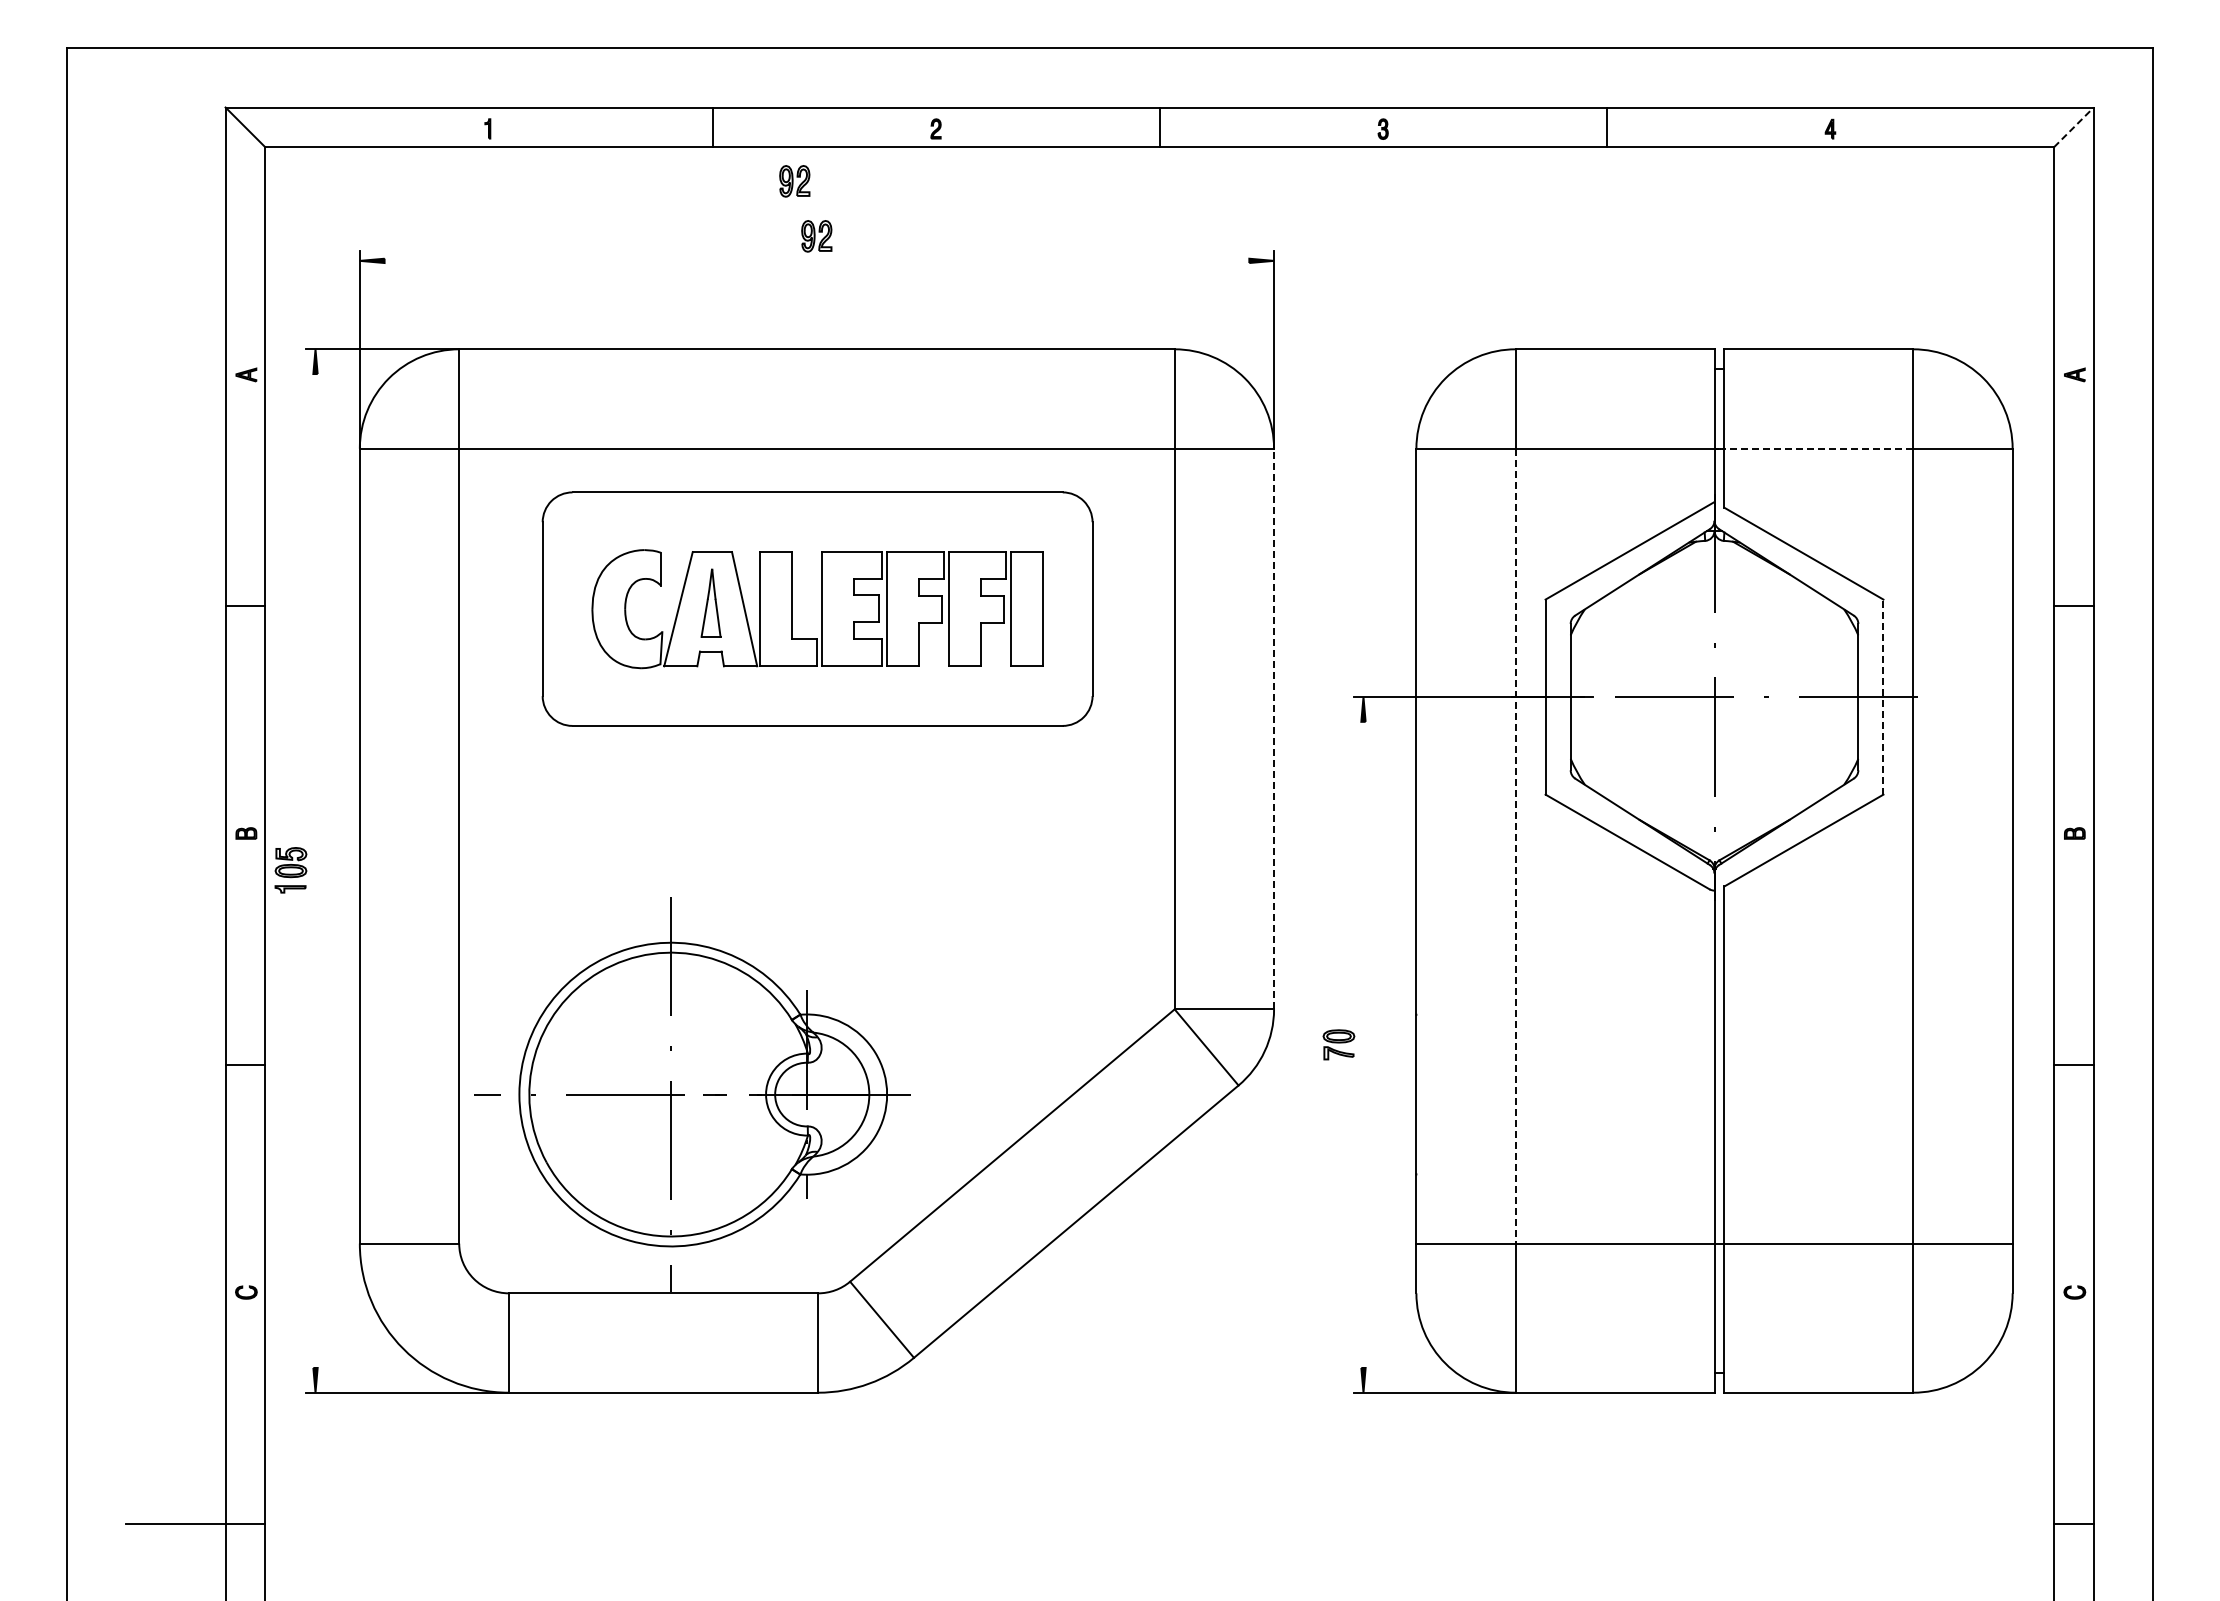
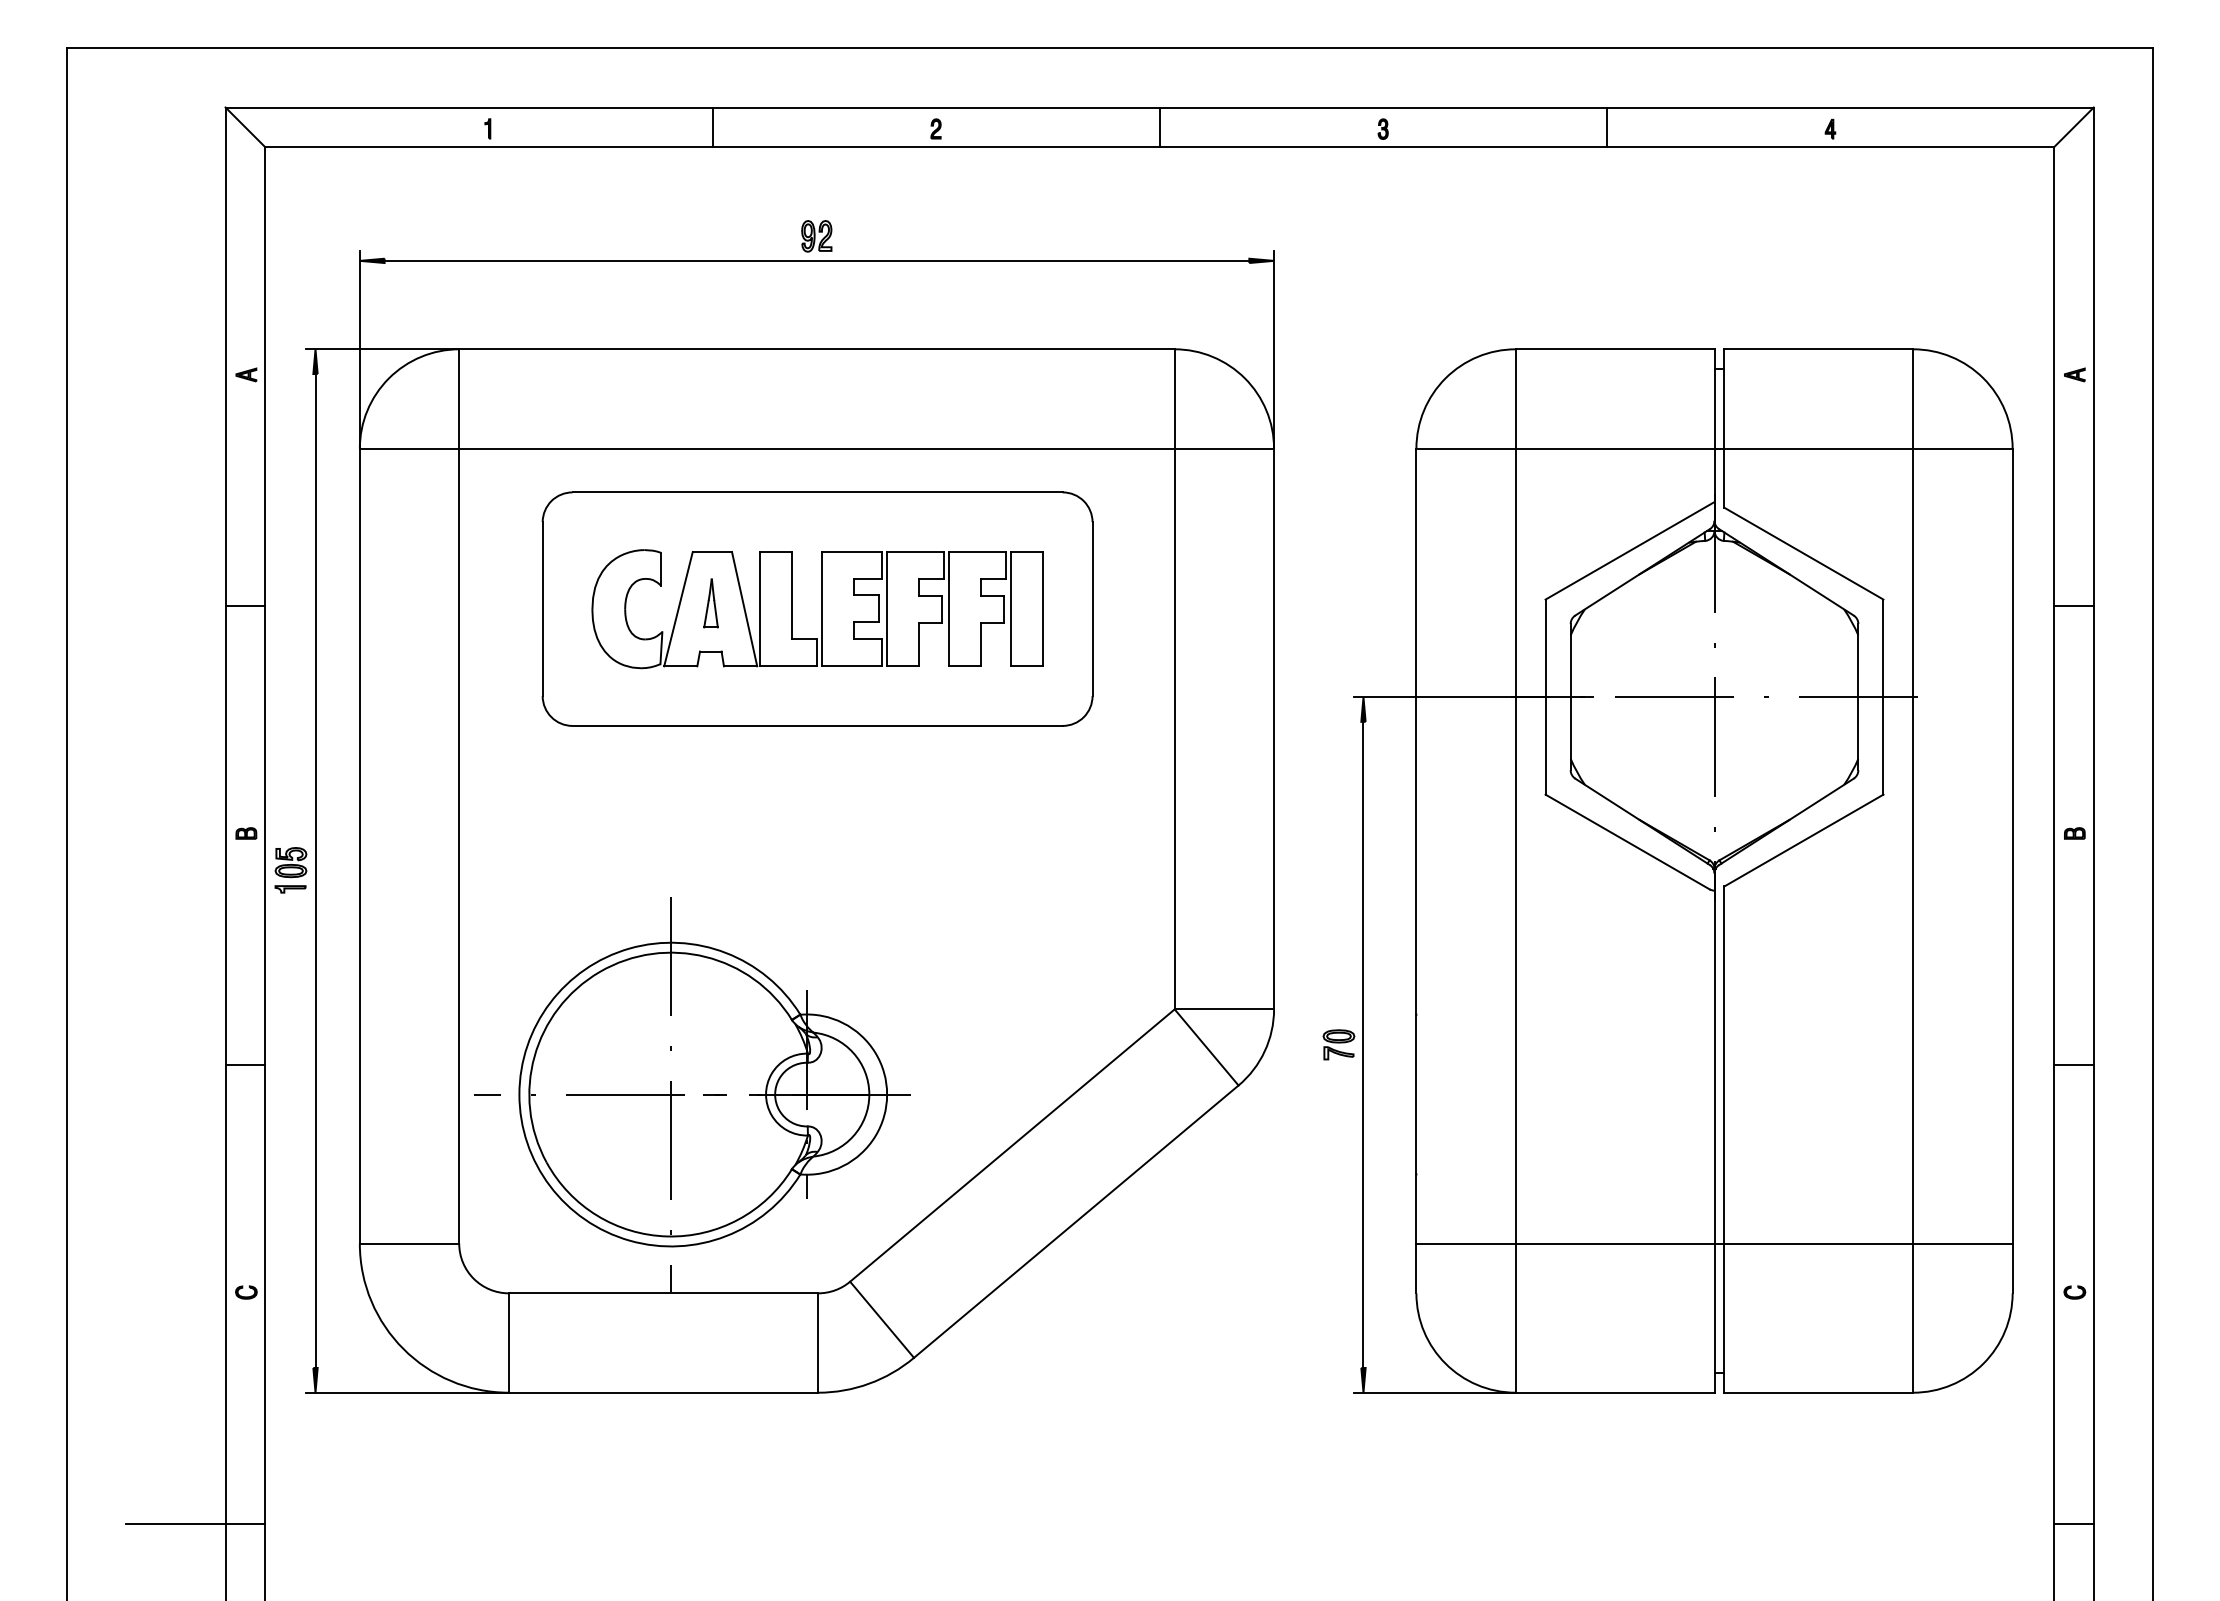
line at (2074, 127): dashed -> solid
part at (794, 181): present -> none
line at (816, 260): none -> present
line at (1818, 448): dashed -> solid
part at (710, 602) size: 22x70 px -> 16x51 px
line at (1883, 697): dashed -> solid
line at (1274, 728): dashed -> solid
line at (1515, 846): dashed -> solid
line at (315, 870): none -> present
line at (1363, 1044): none -> present
